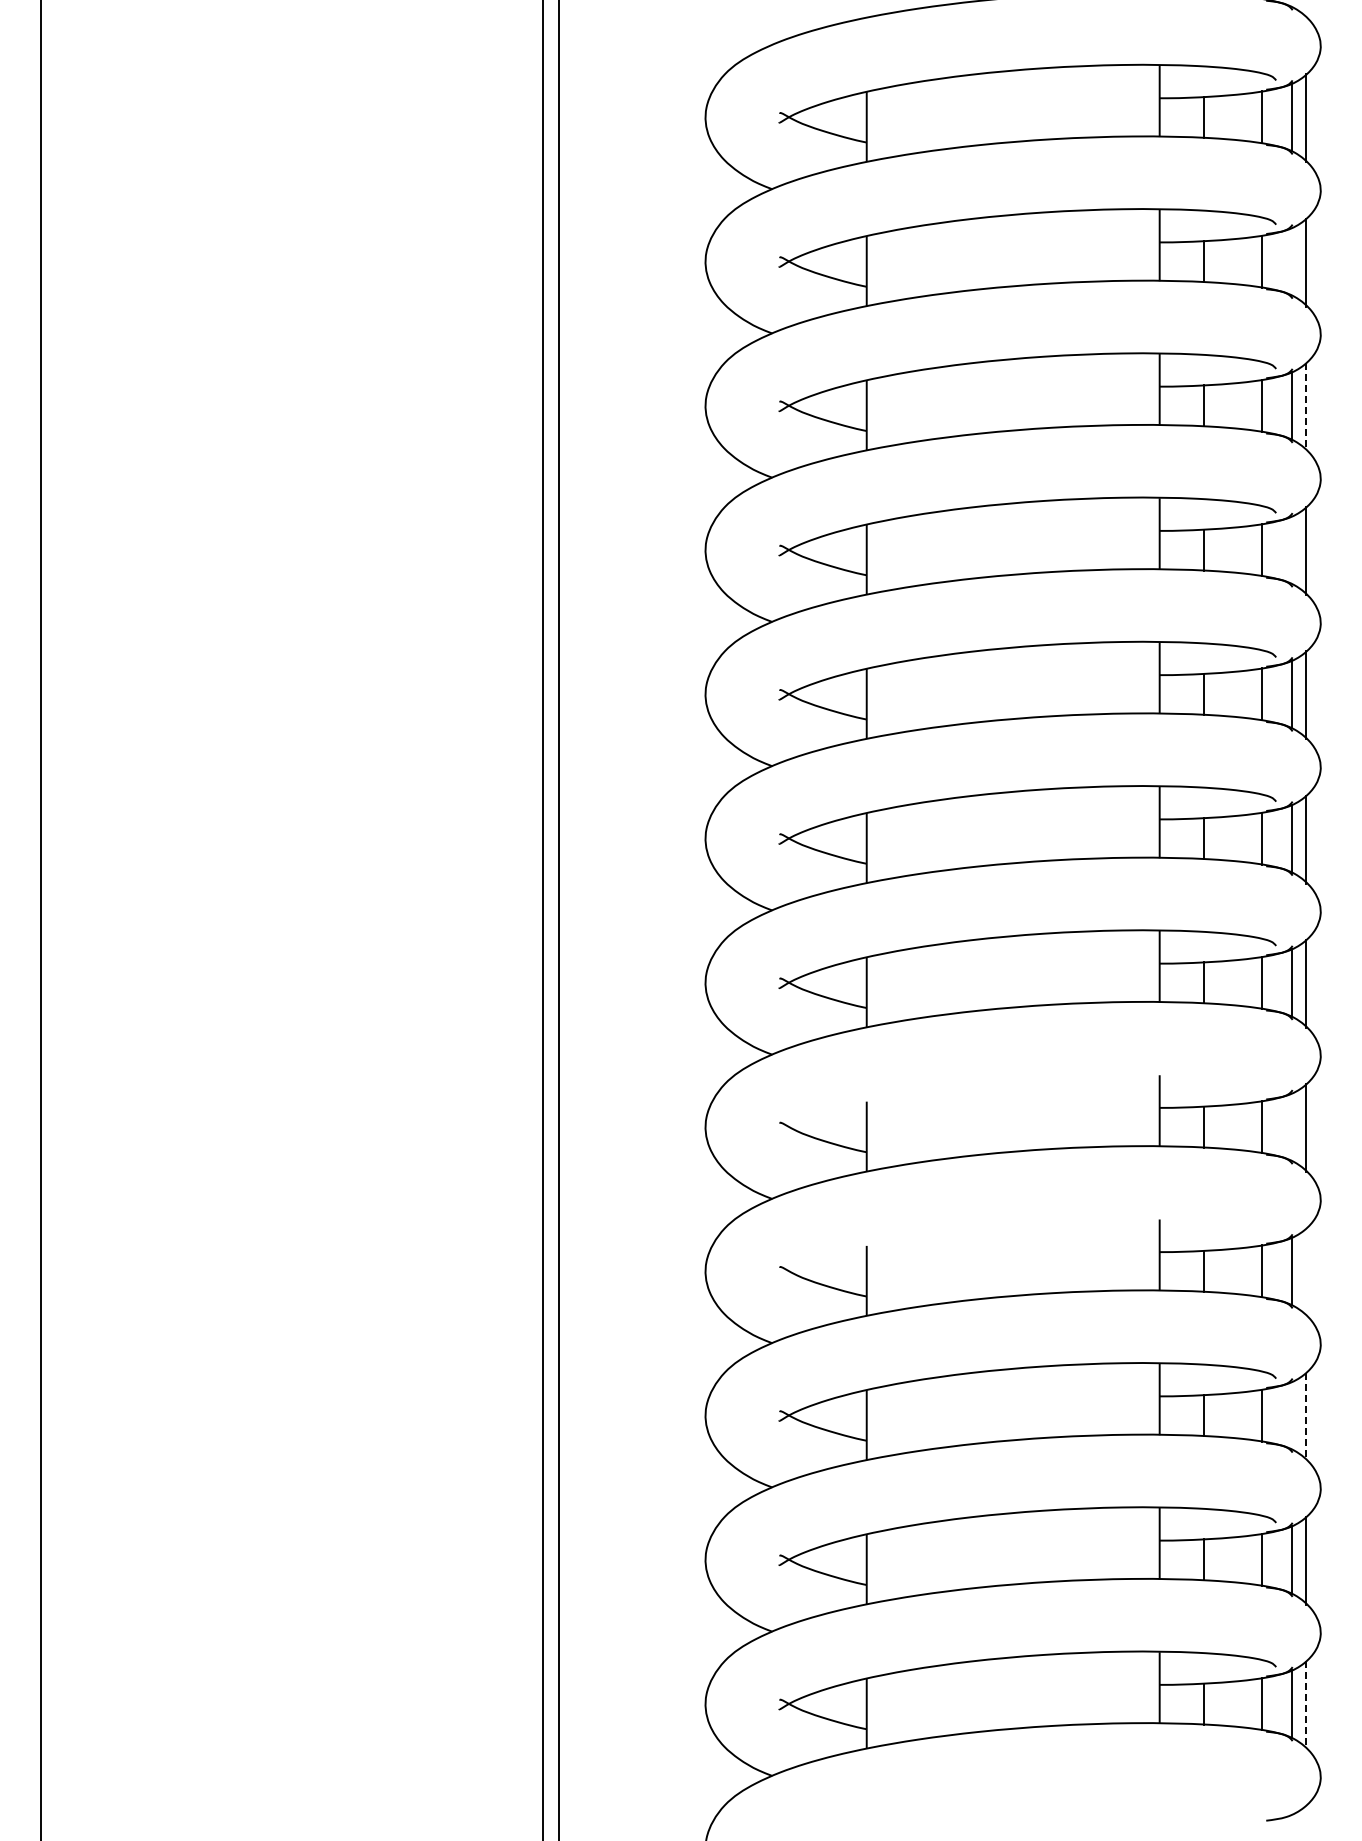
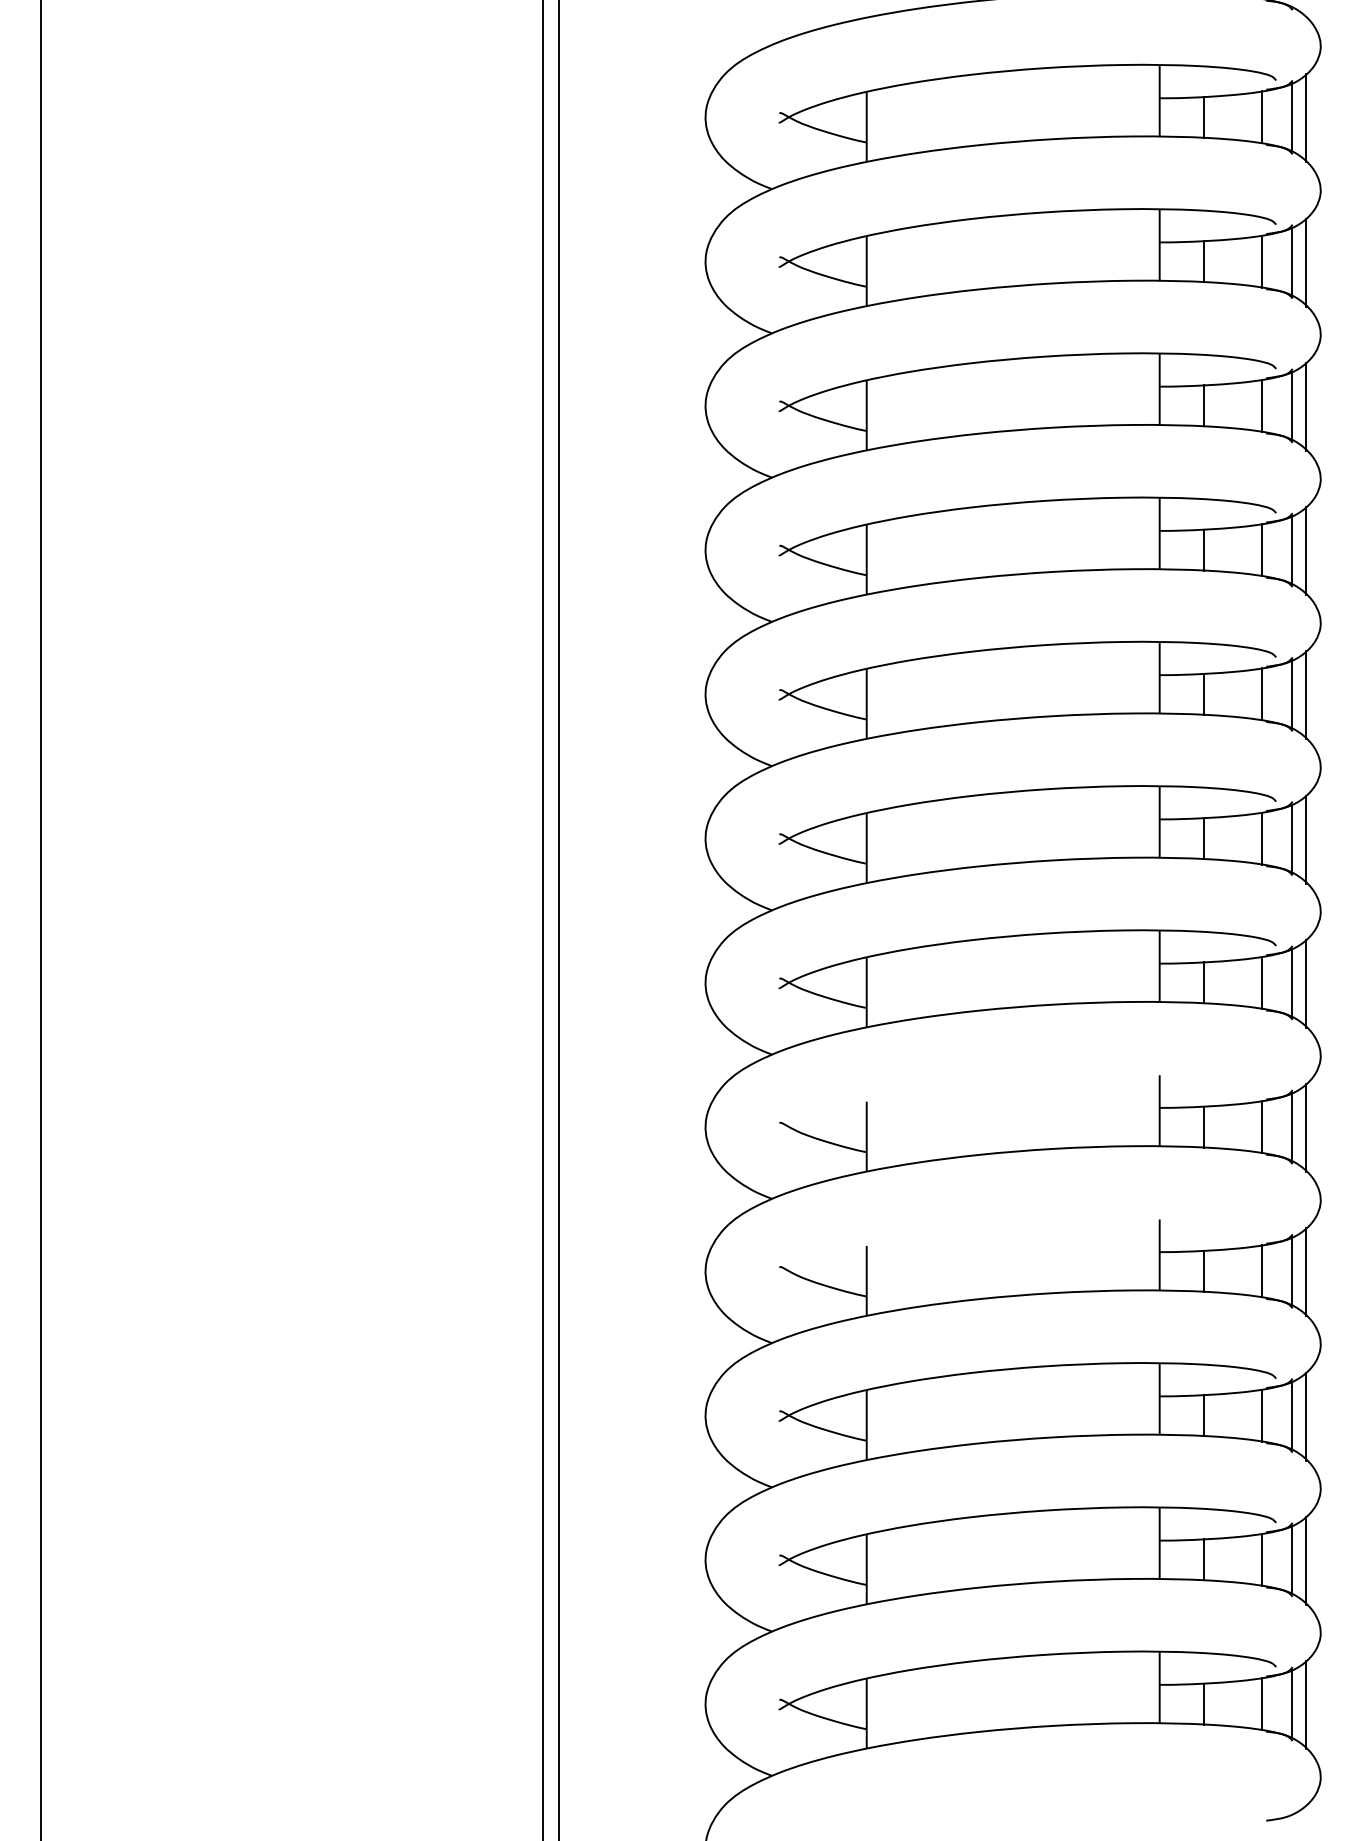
line at (1291, 261): none -> present
line at (1306, 407): dashed -> solid
line at (1291, 550): none -> present
line at (1291, 1127): none -> present
line at (1306, 1272): none -> present
line at (1291, 1415): none -> present
line at (1306, 1417): dashed -> solid
line at (1306, 1705): dashed -> solid
